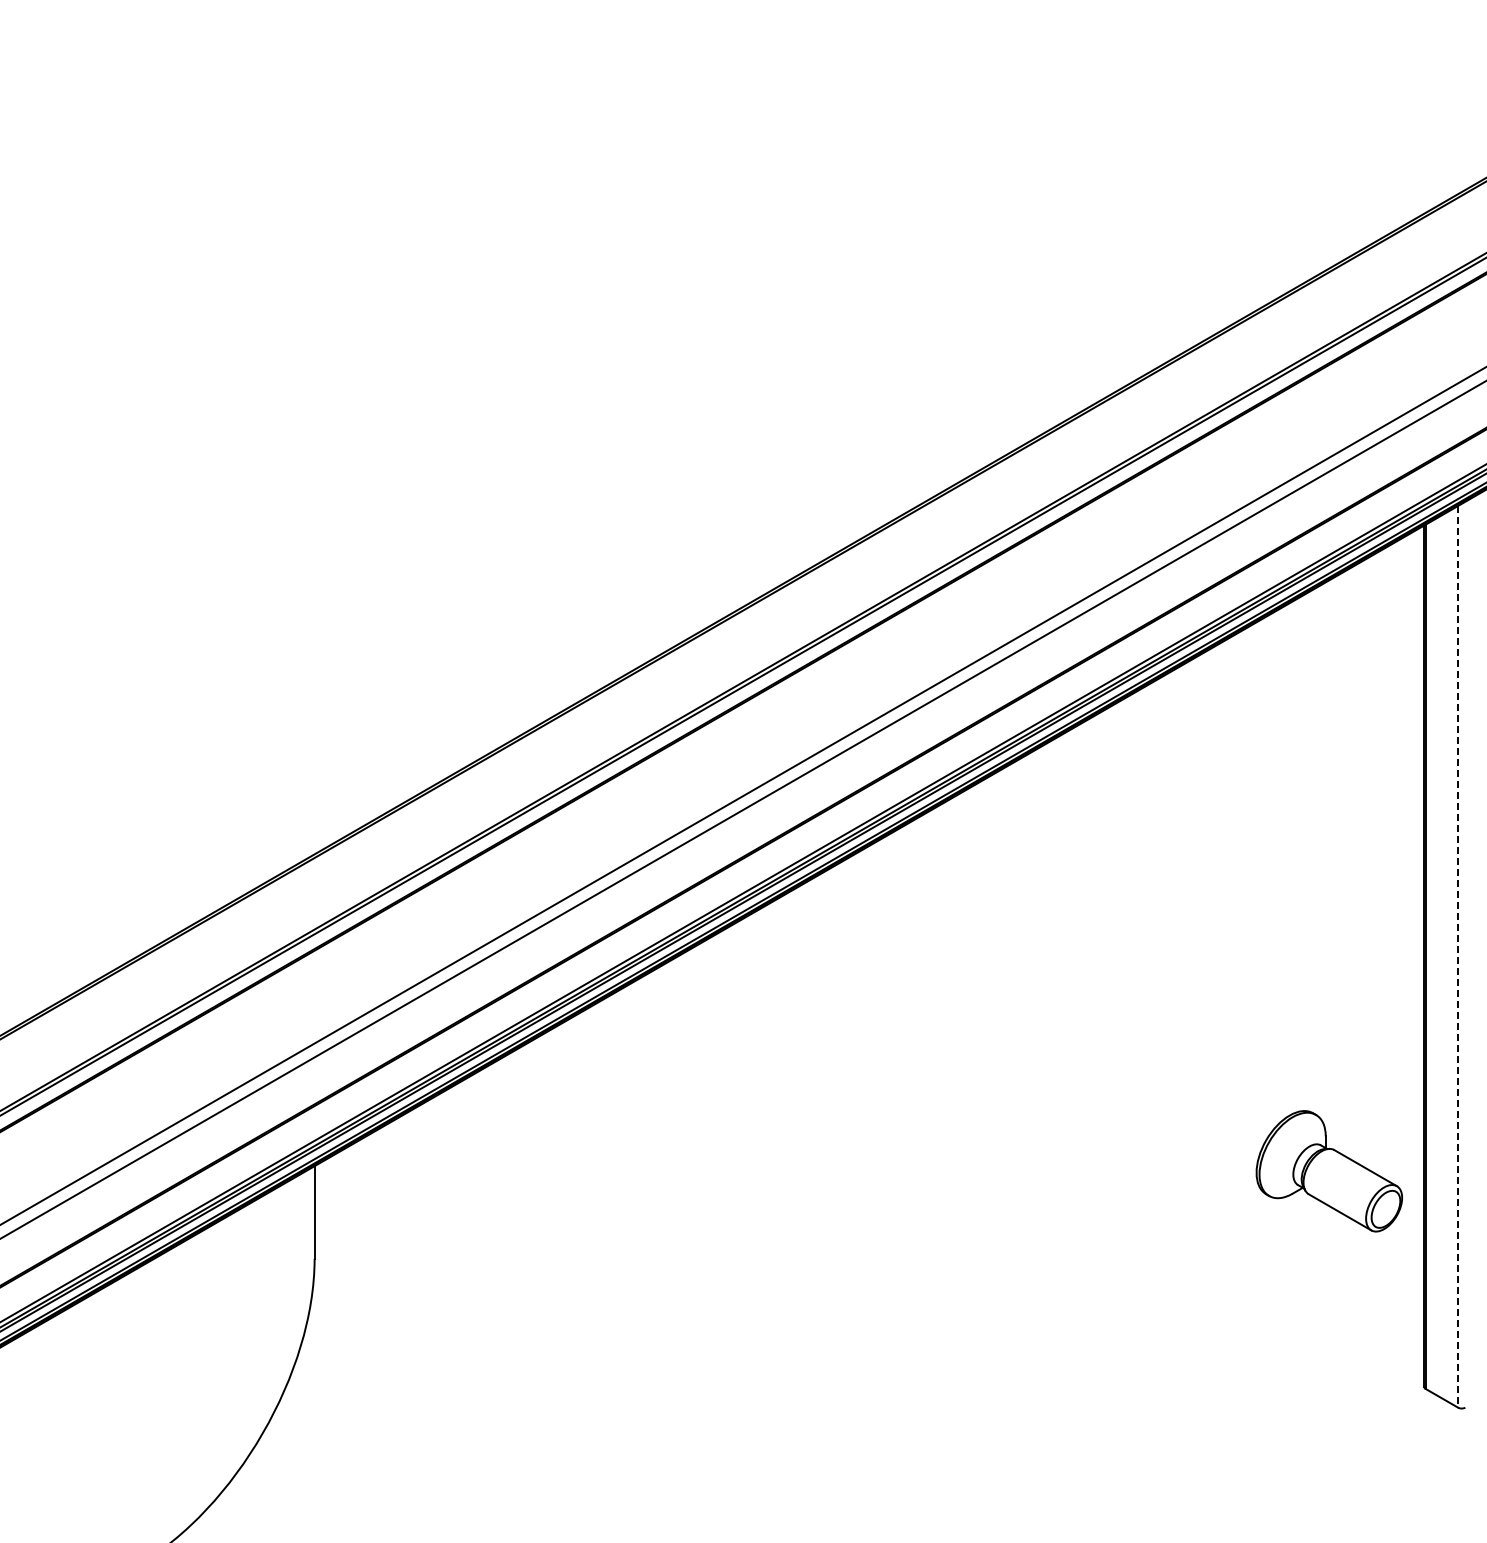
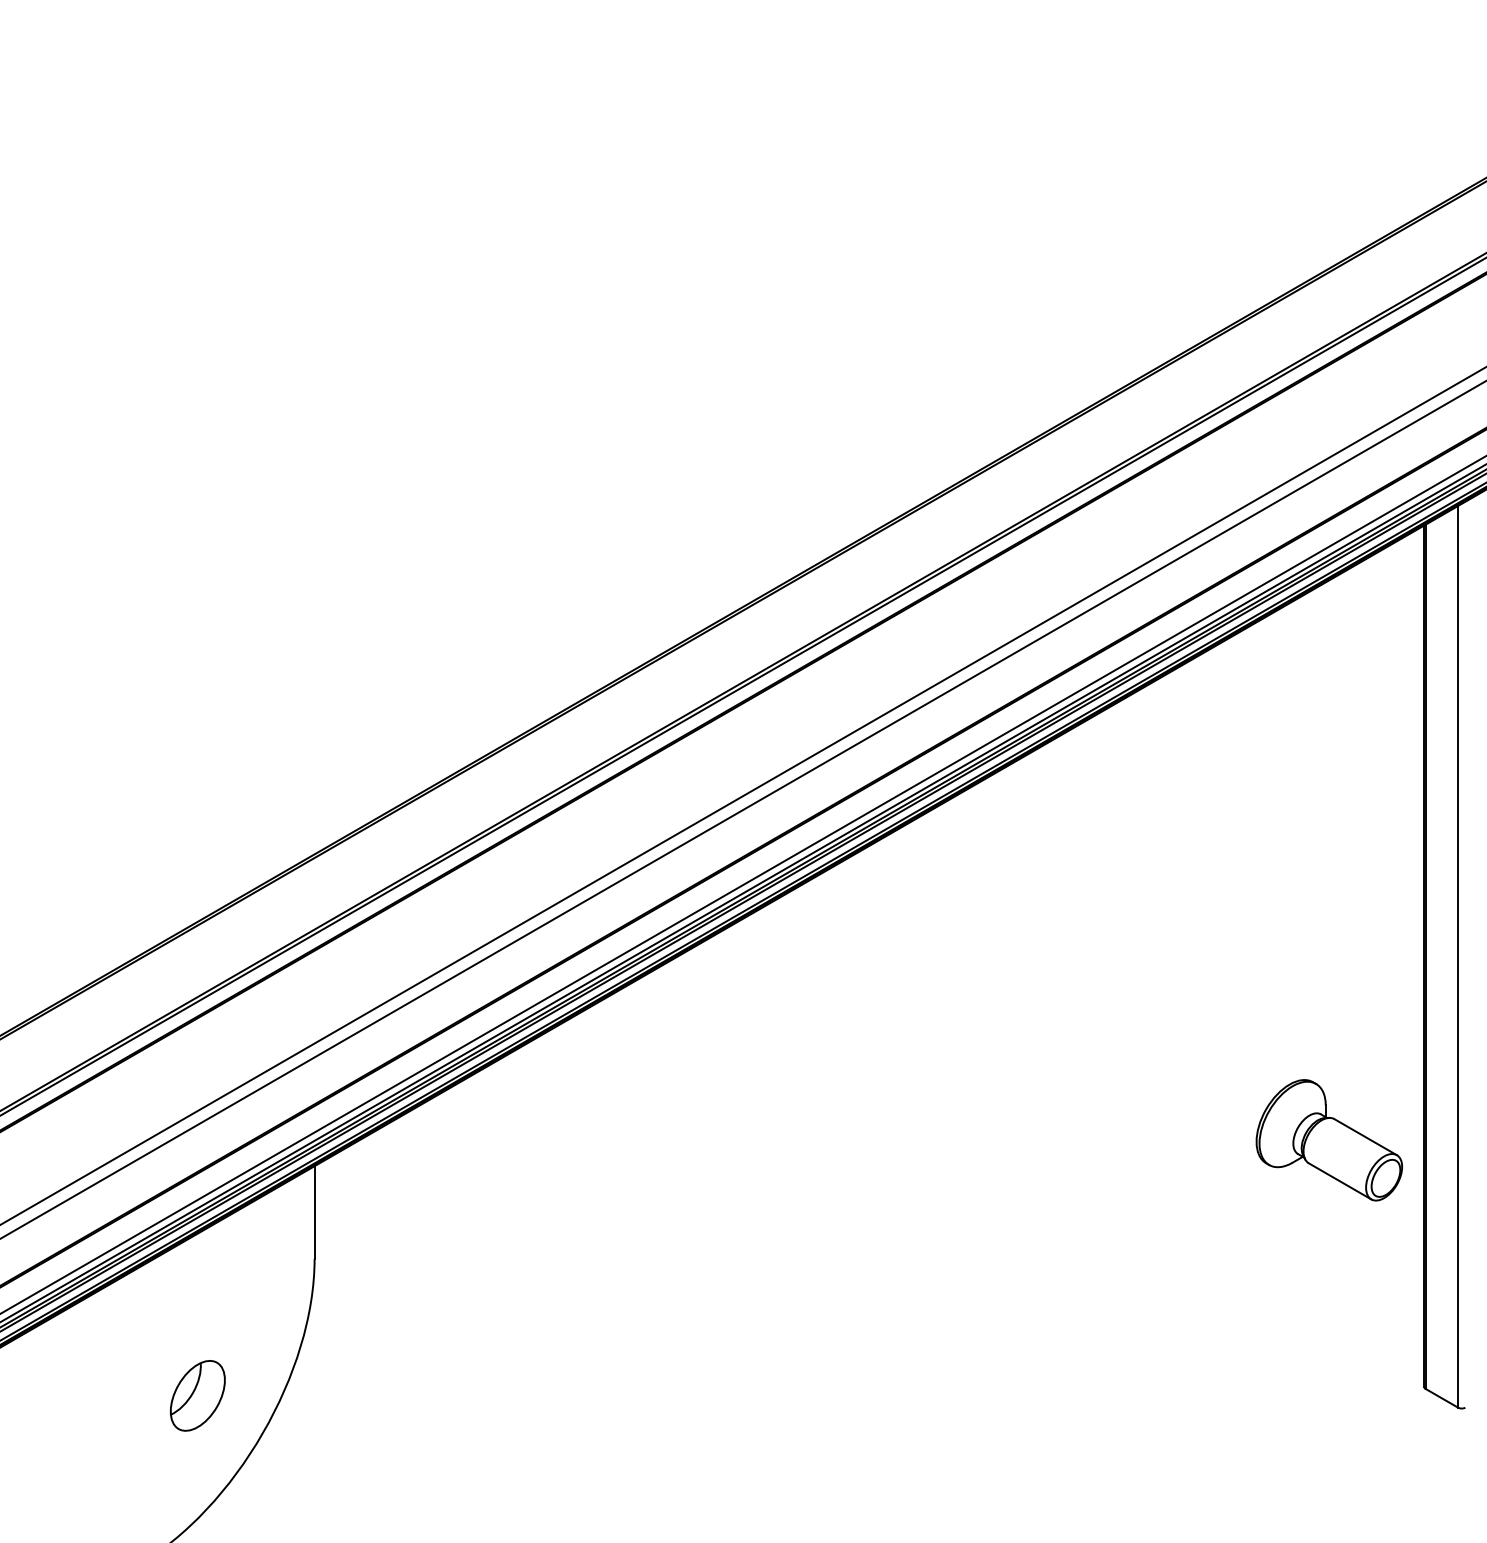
line at (742, 884): none -> present
line at (1458, 956): dashed -> solid
part at (1328, 1171) position: (1328, 1171) -> (1328, 1140)
part at (197, 1395): none -> present
